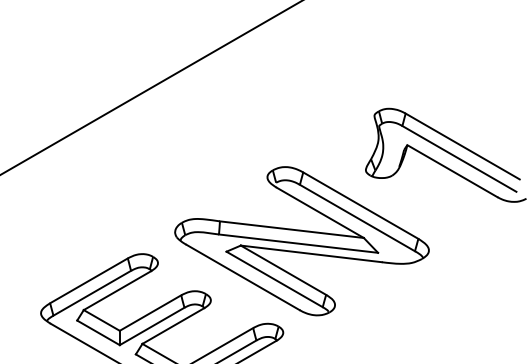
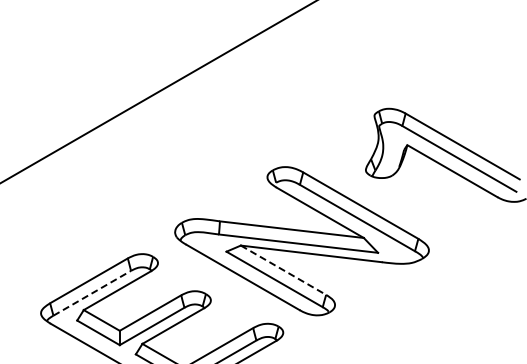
line at (150, 87) position: (150, 87) -> (157, 92)
line at (283, 270): solid -> dashed
line at (92, 293): solid -> dashed
